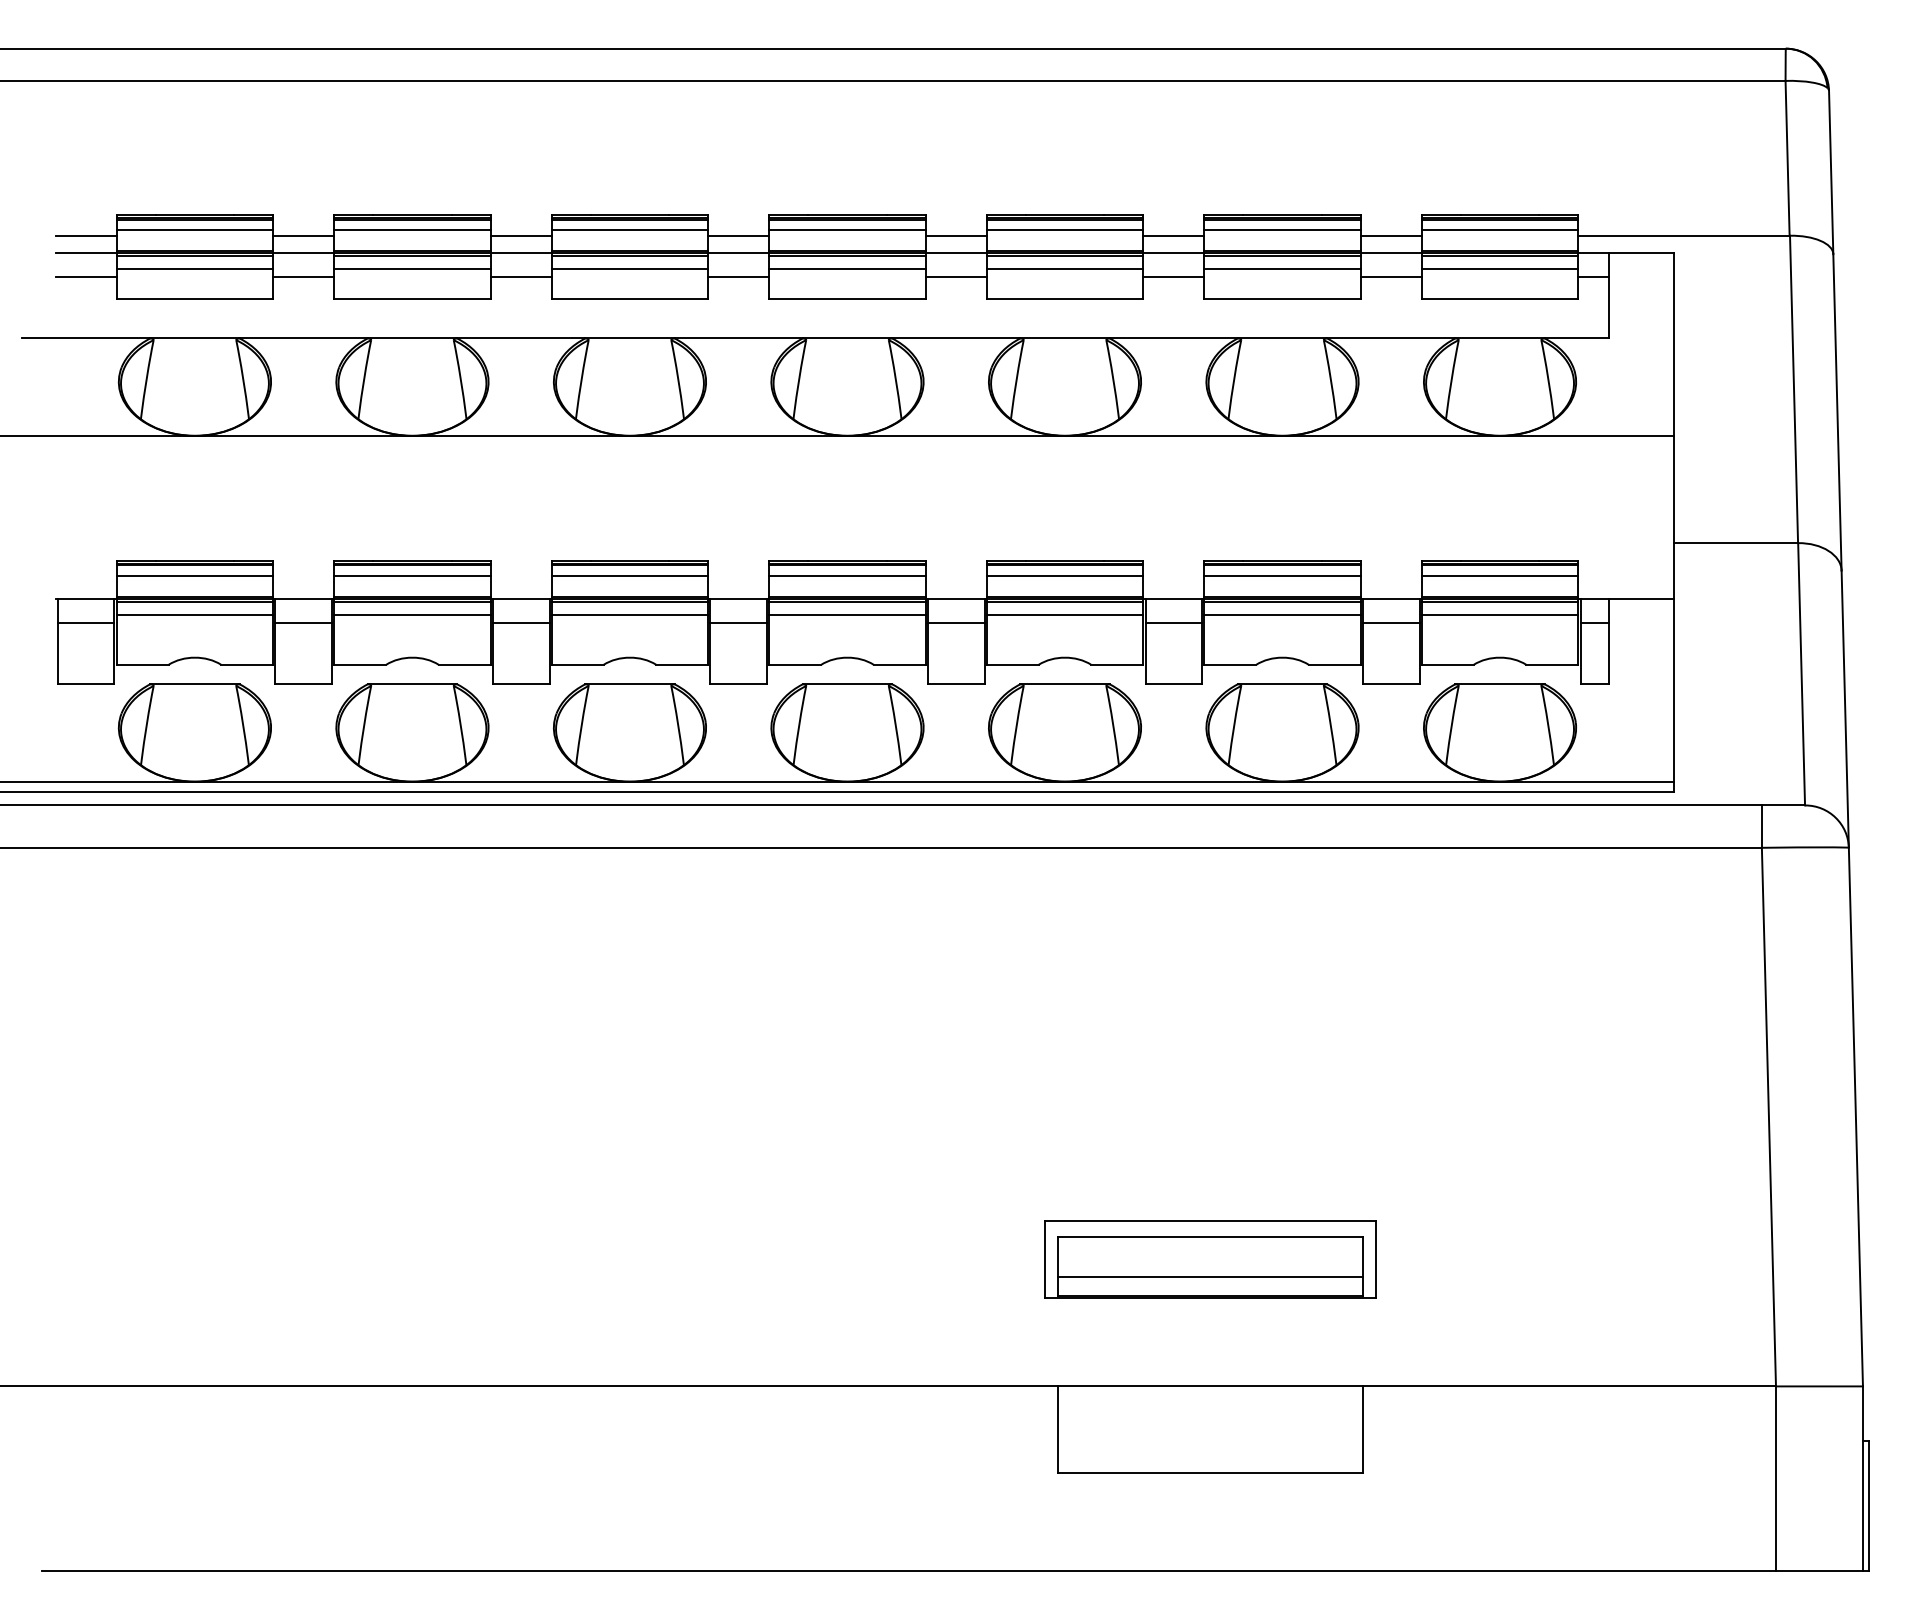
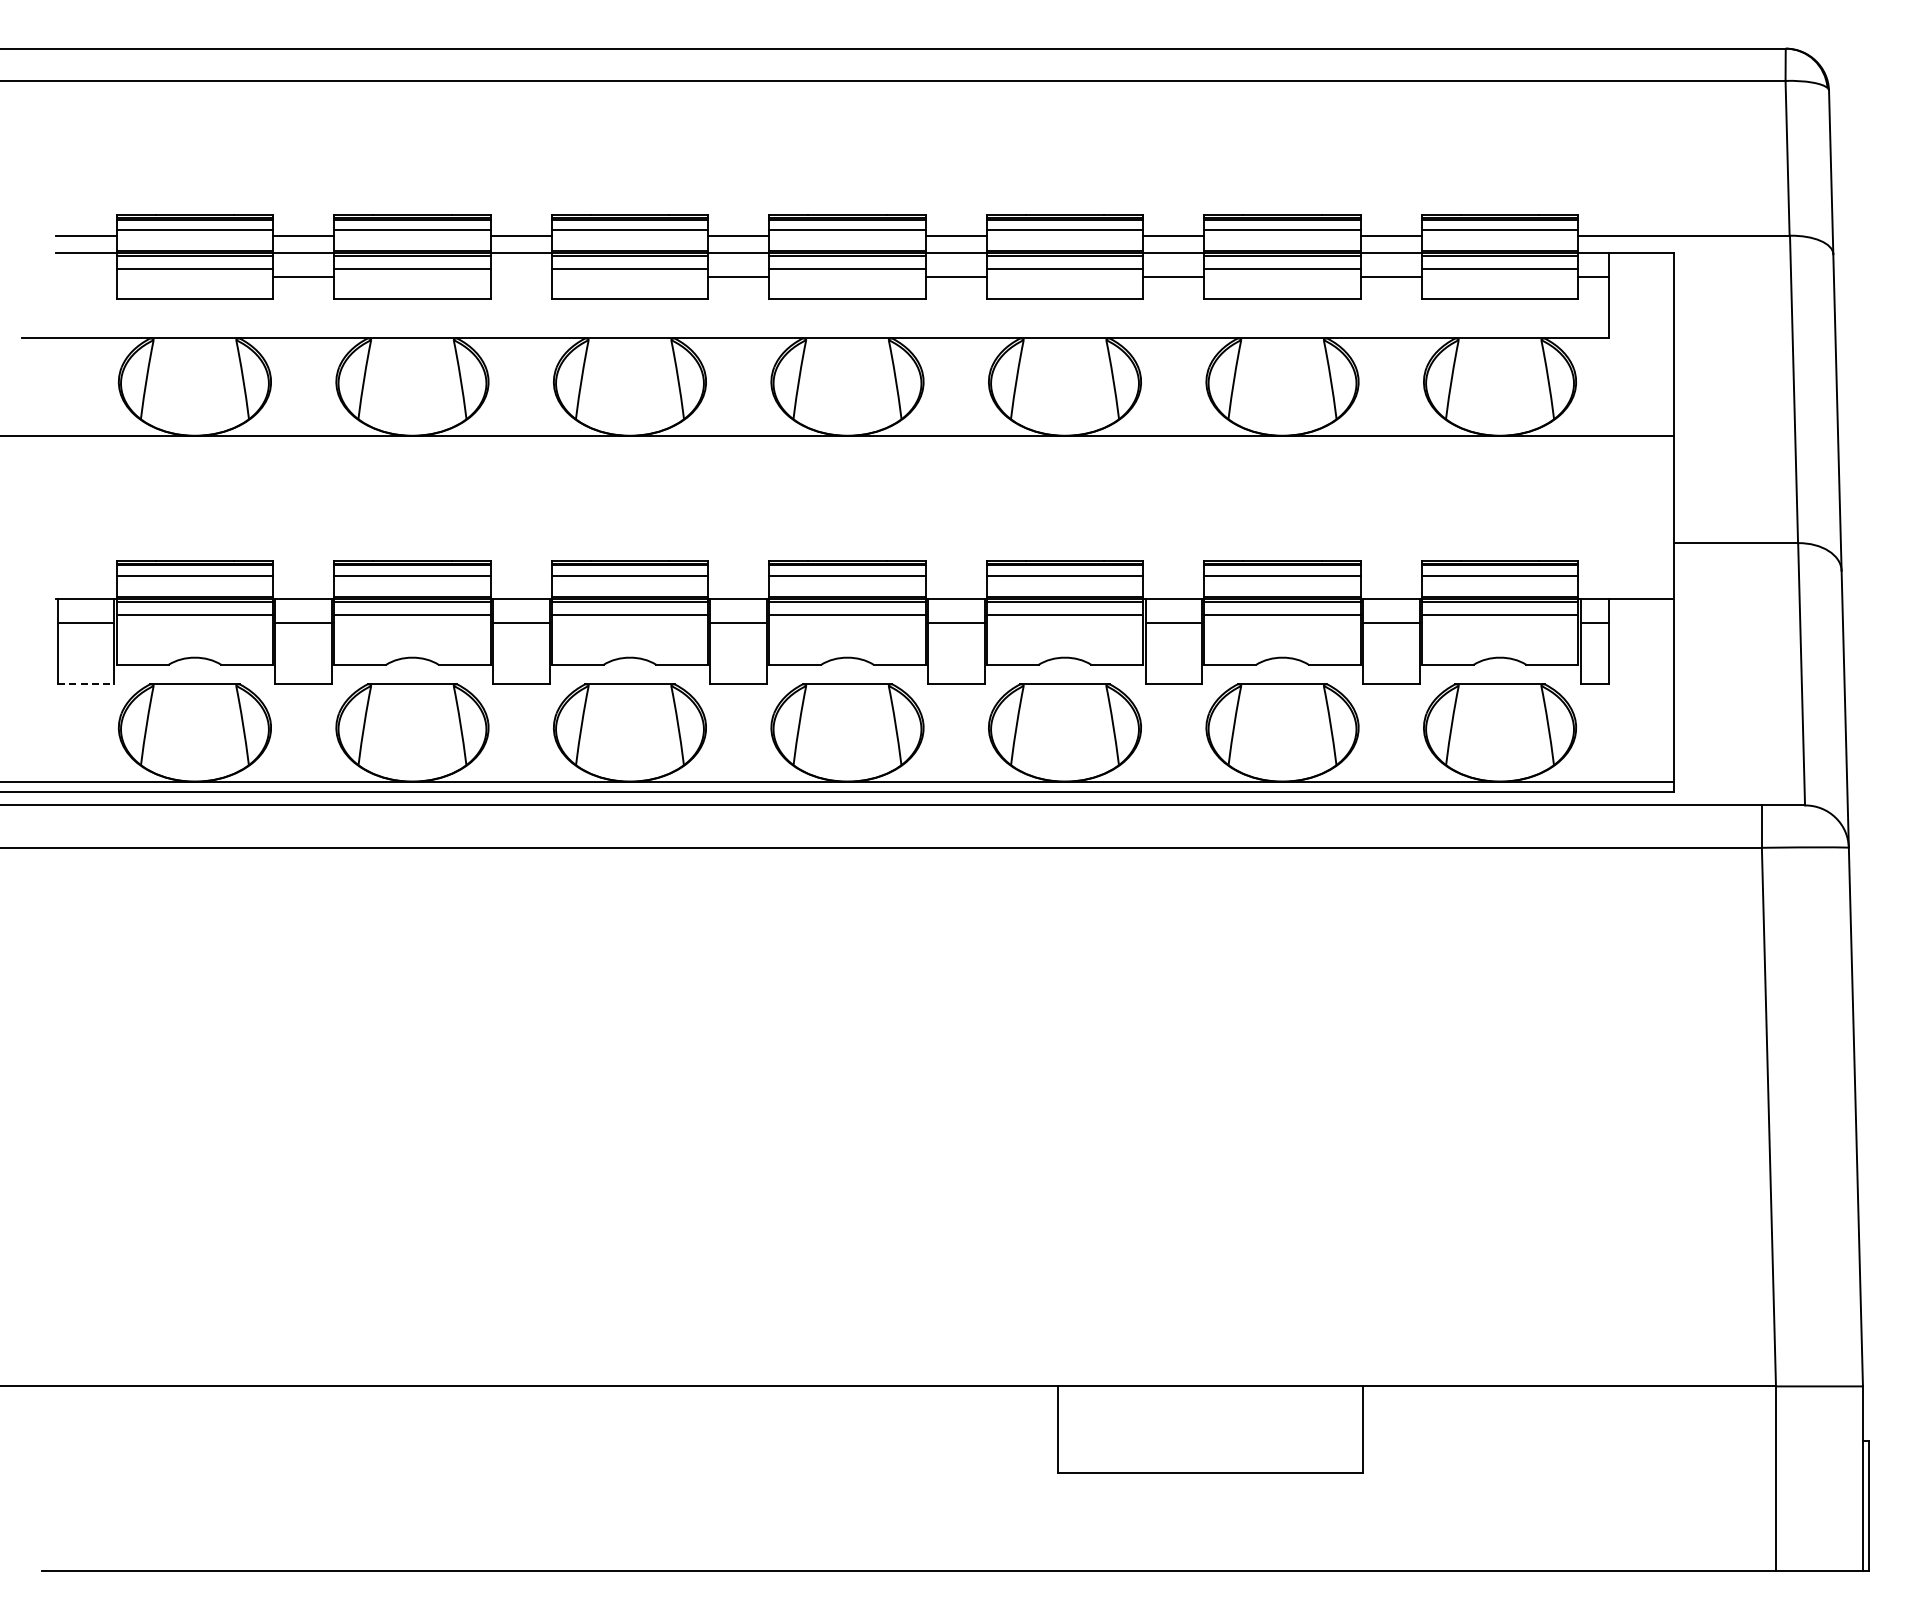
line at (85, 276): present -> none
line at (520, 276): present -> none
line at (86, 684): solid -> dashed
part at (1210, 1259): present -> none
